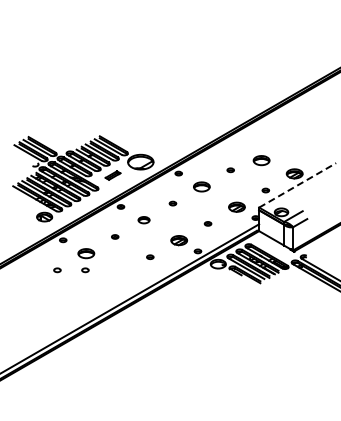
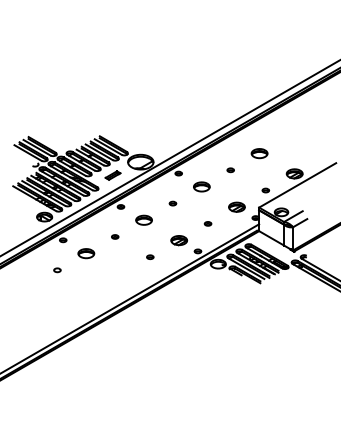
line at (169, 158): none -> present
part at (261, 160) position: (261, 160) -> (259, 153)
line at (298, 185): dashed -> solid
part at (143, 220) size: 14x9 px -> 18x12 px
part at (85, 270): present -> none
